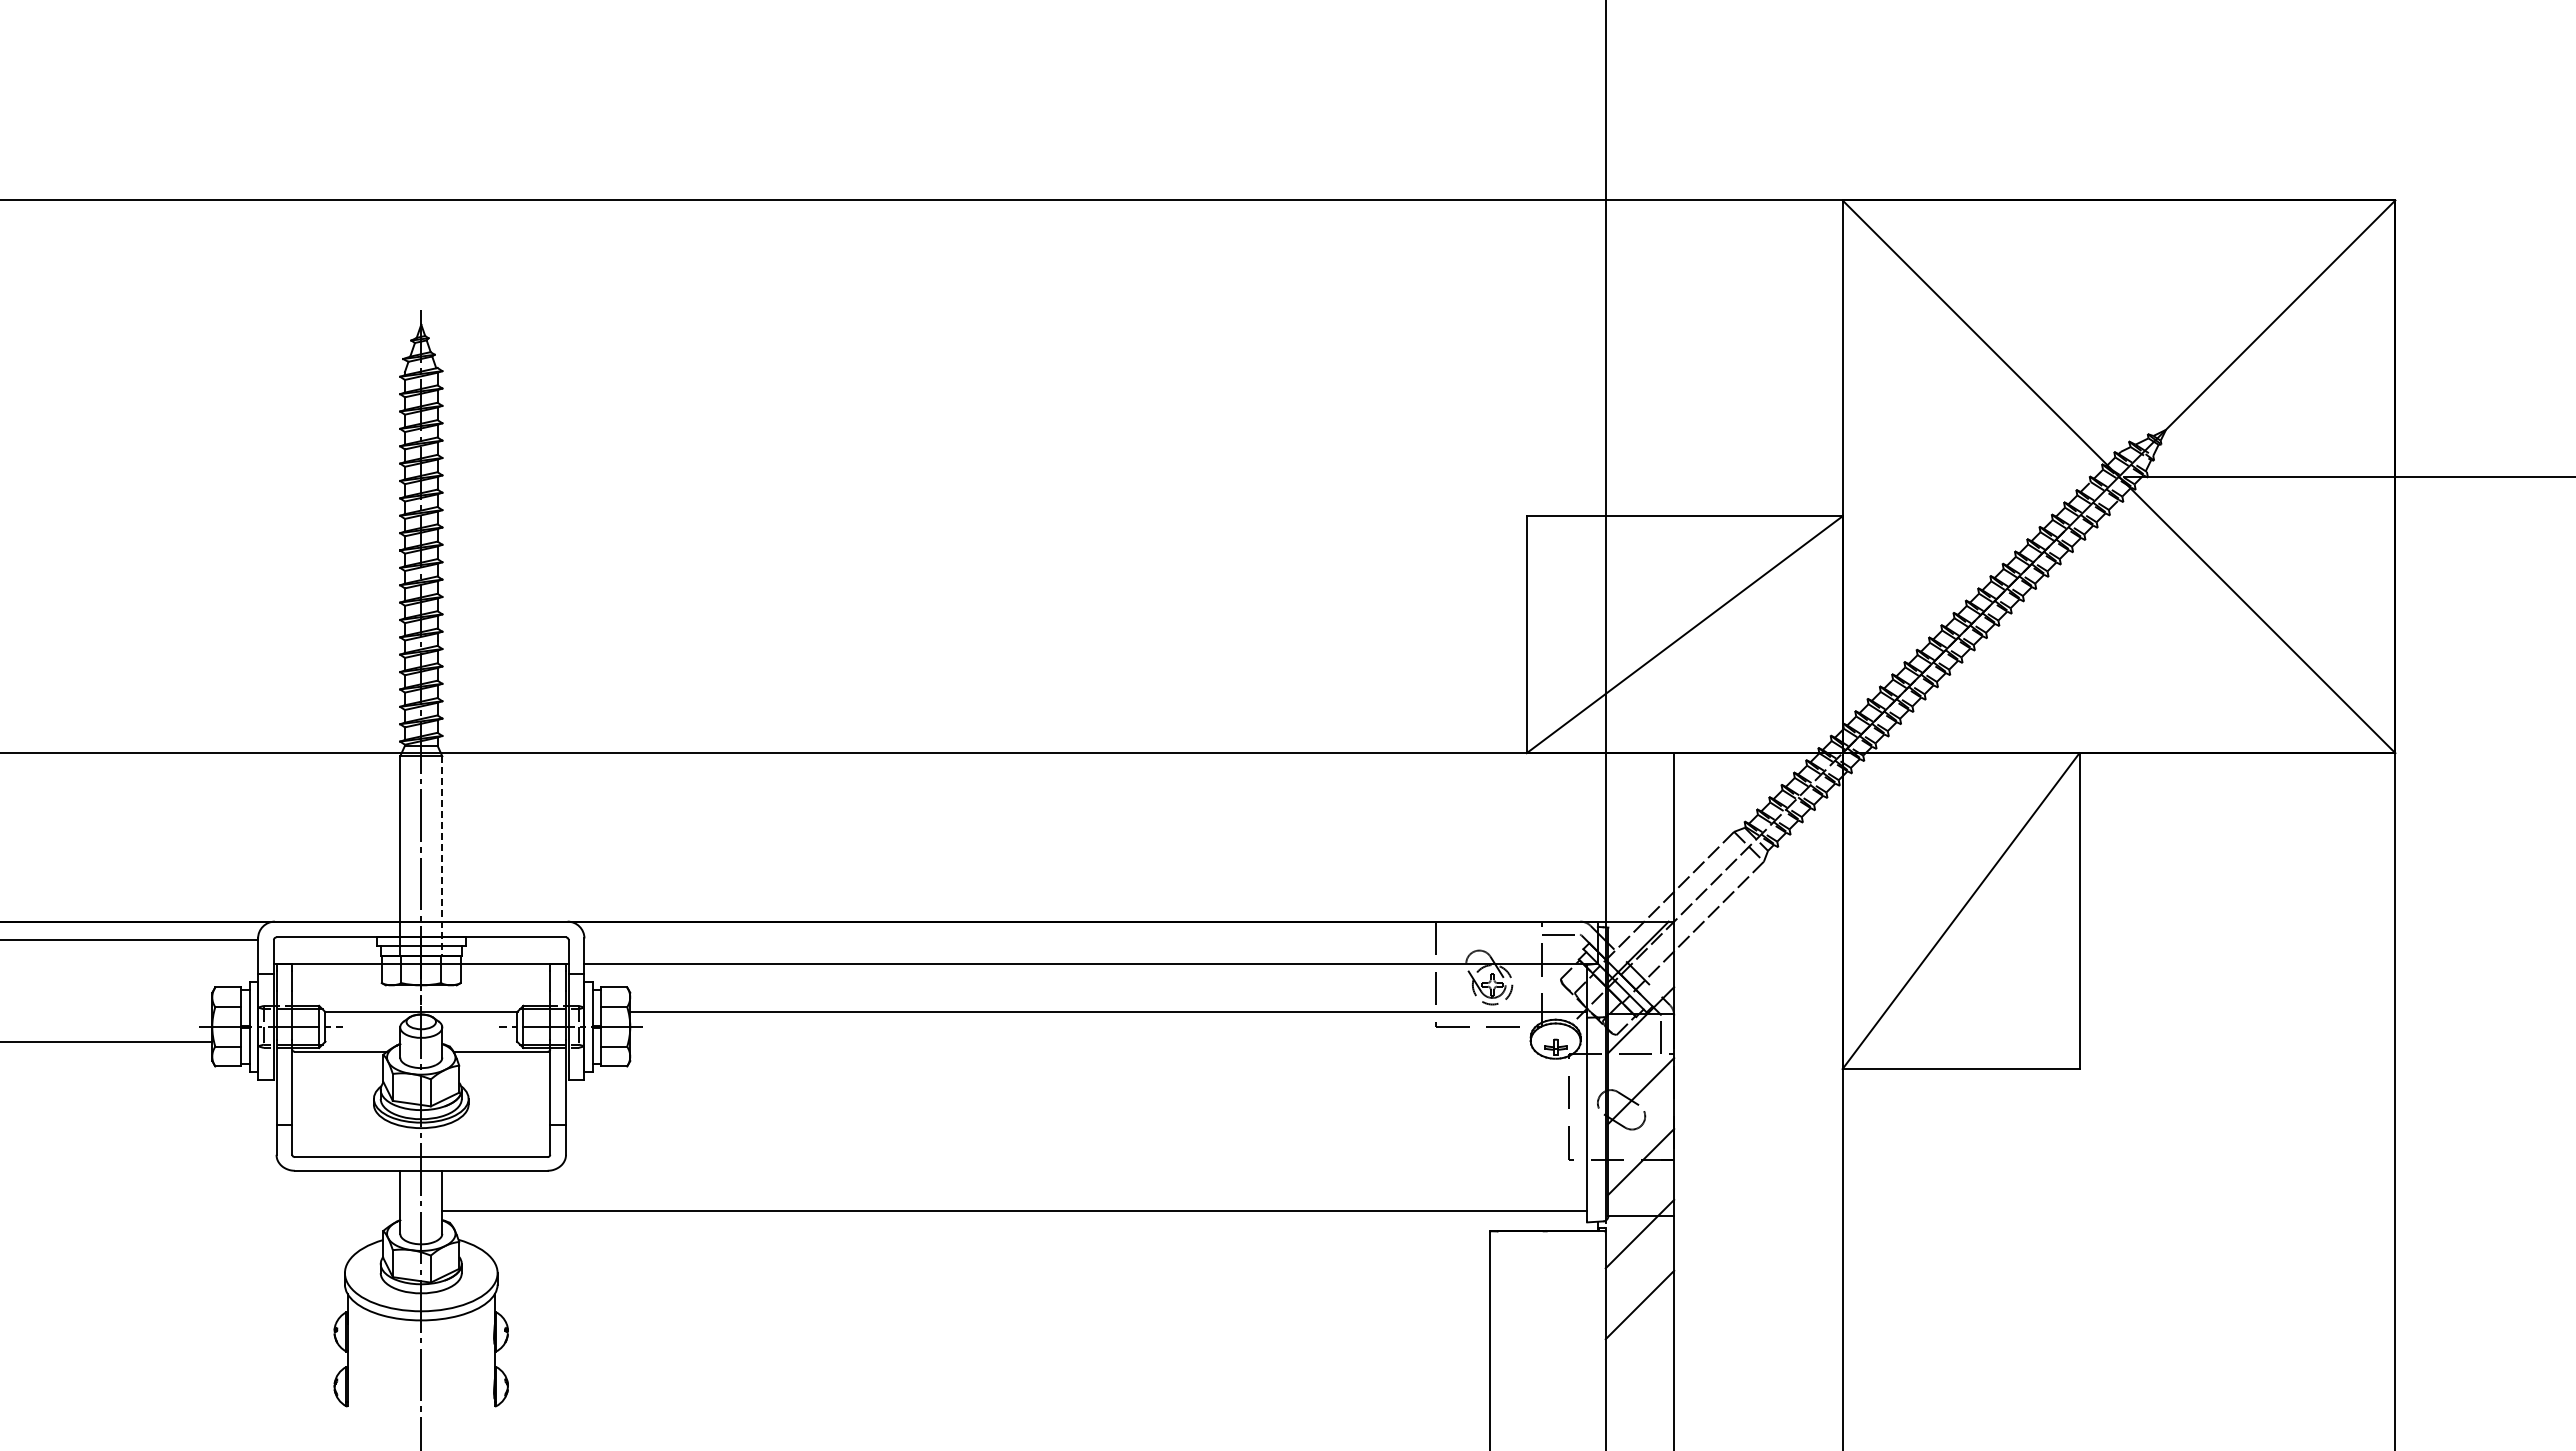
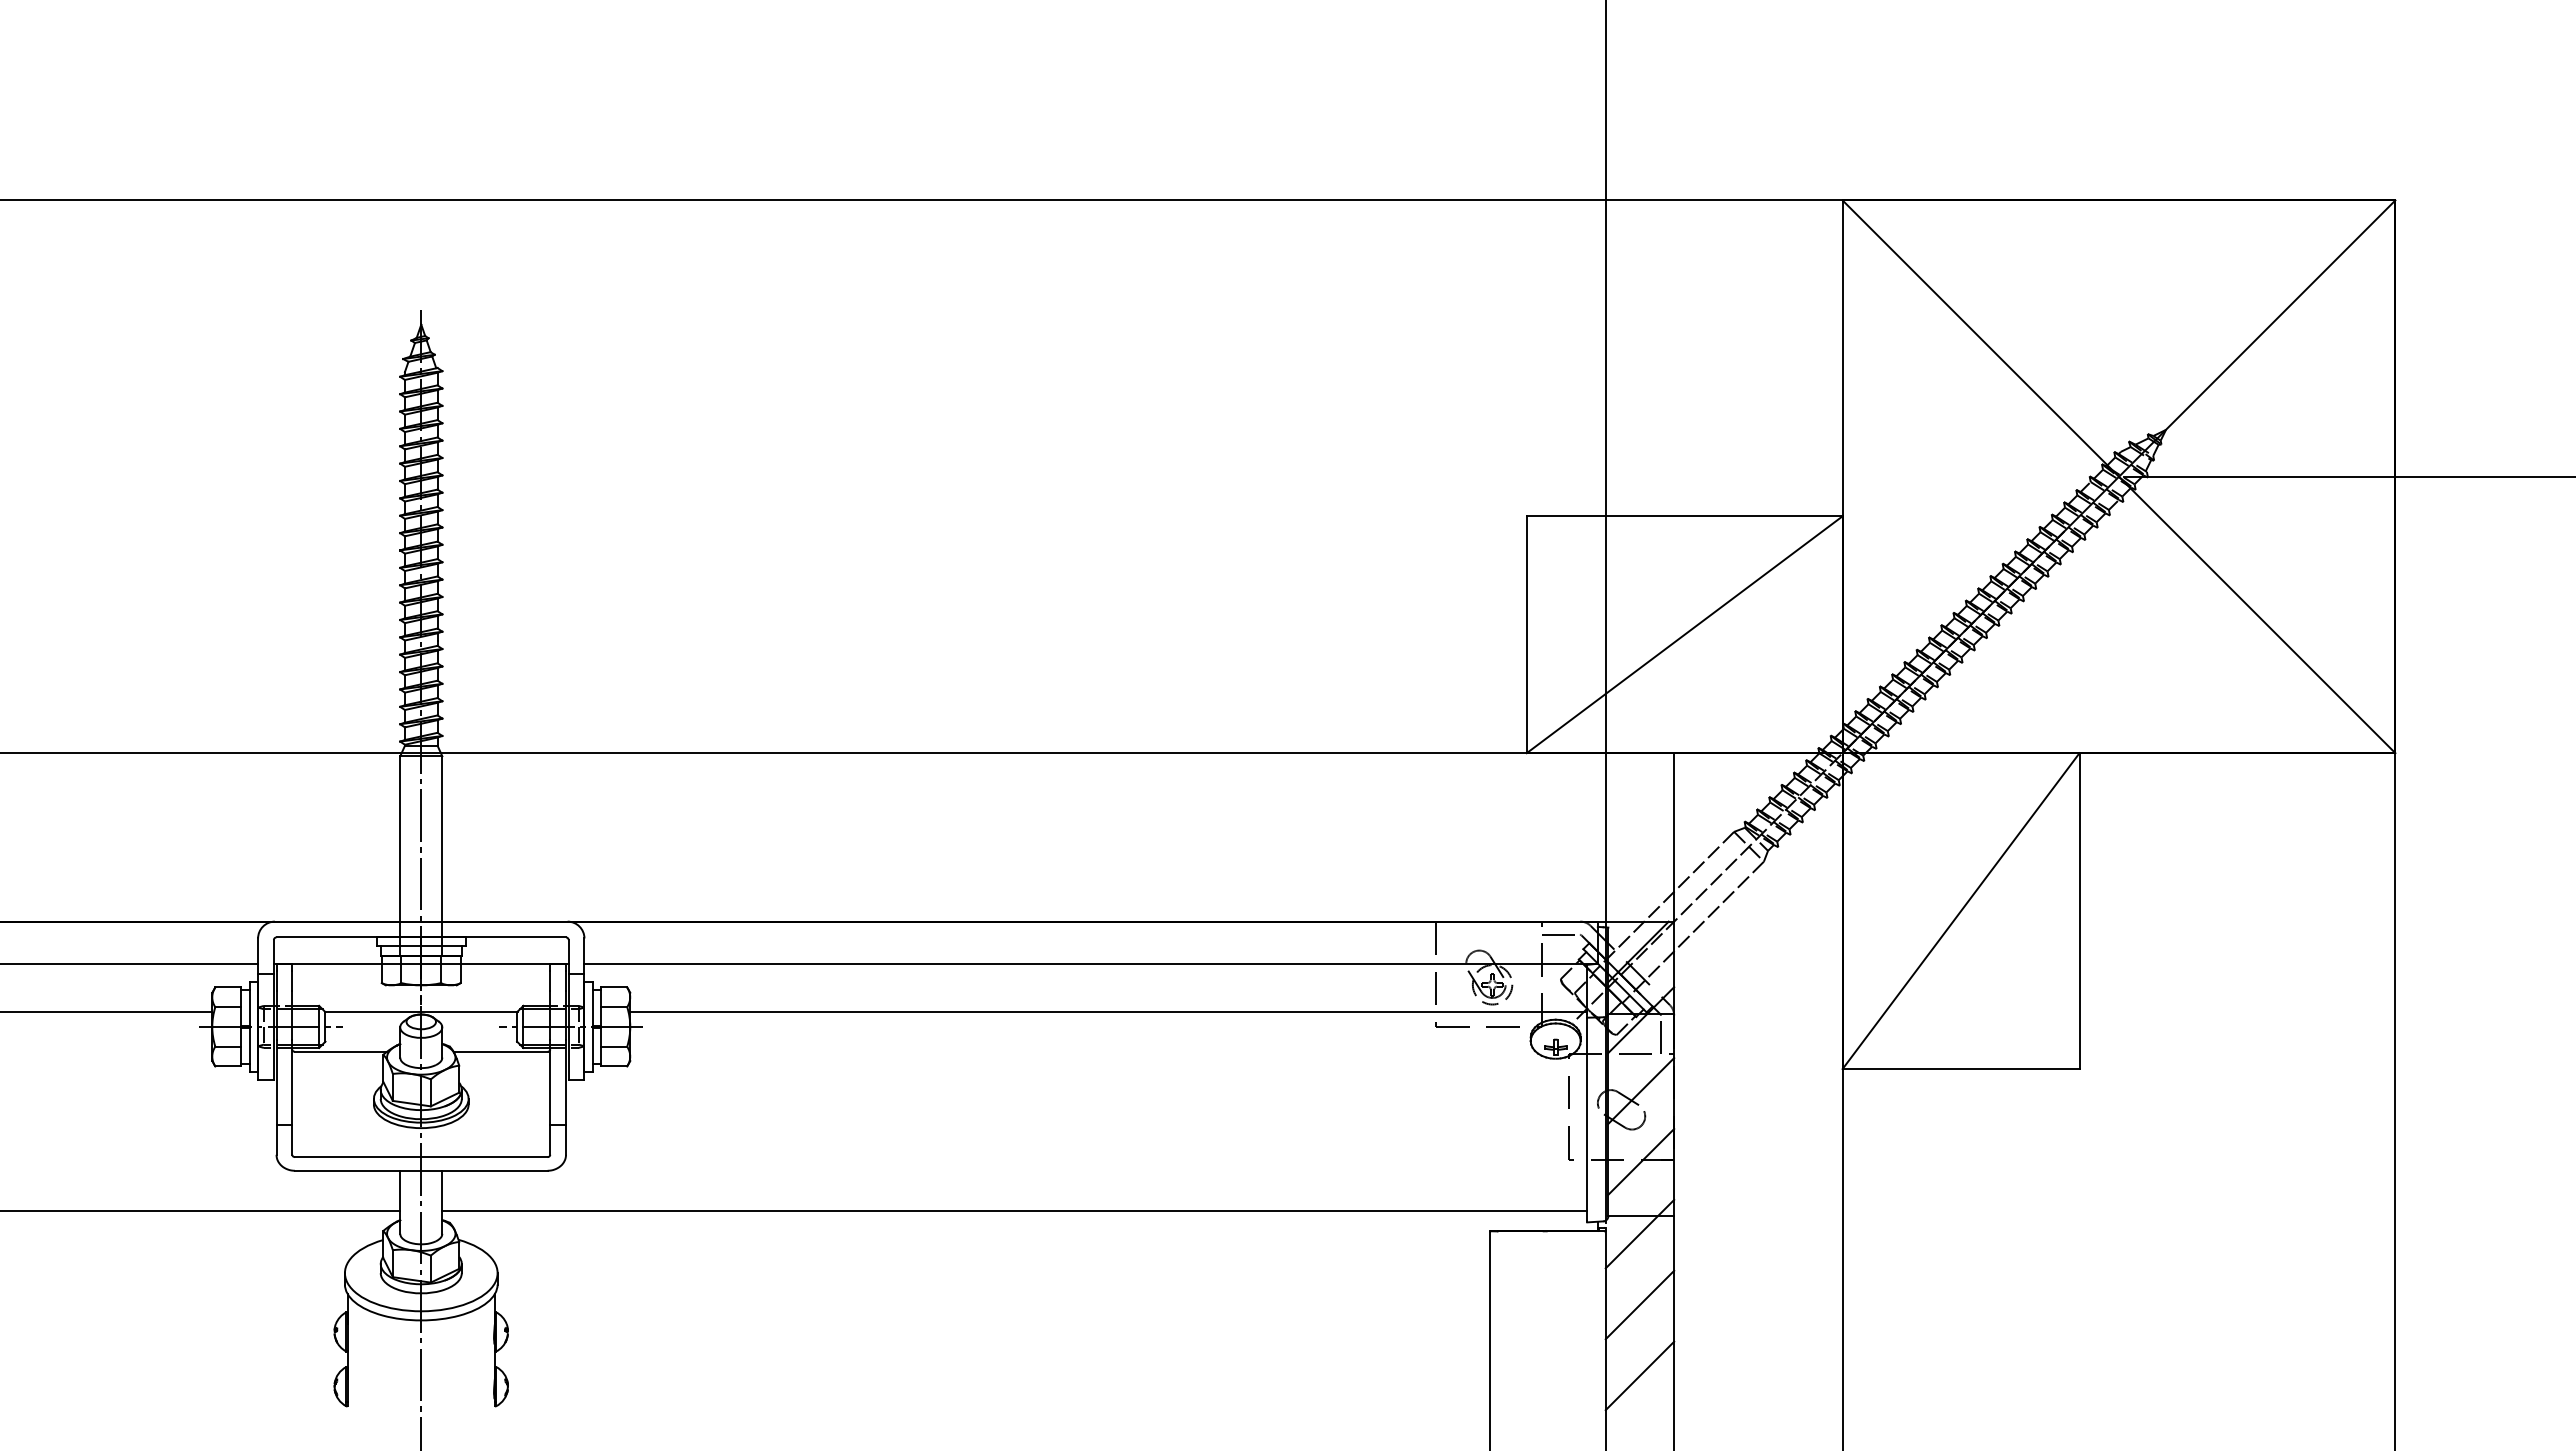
line at (442, 856): dashed -> solid
line at (130, 939) position: (130, 939) -> (130, 963)
line at (107, 1041) position: (107, 1041) -> (107, 1011)
line at (201, 1211): none -> present
line at (1639, 1375): none -> present
